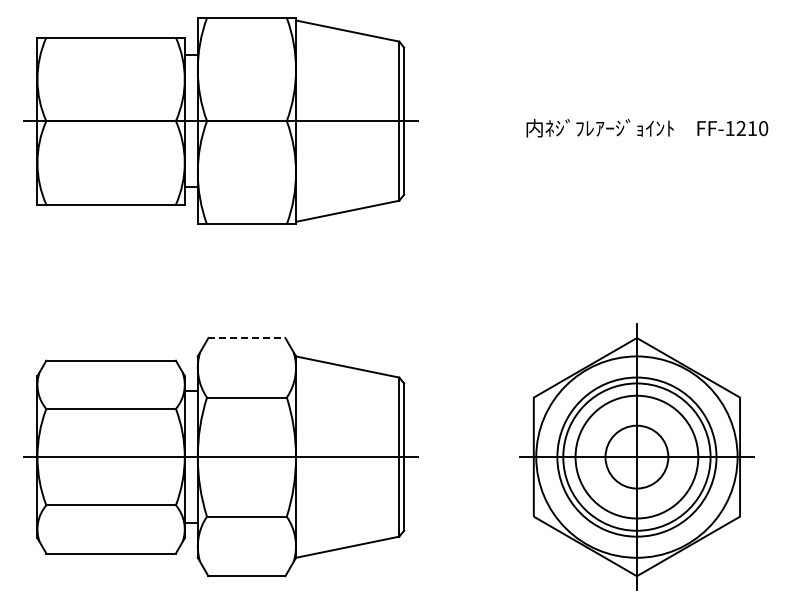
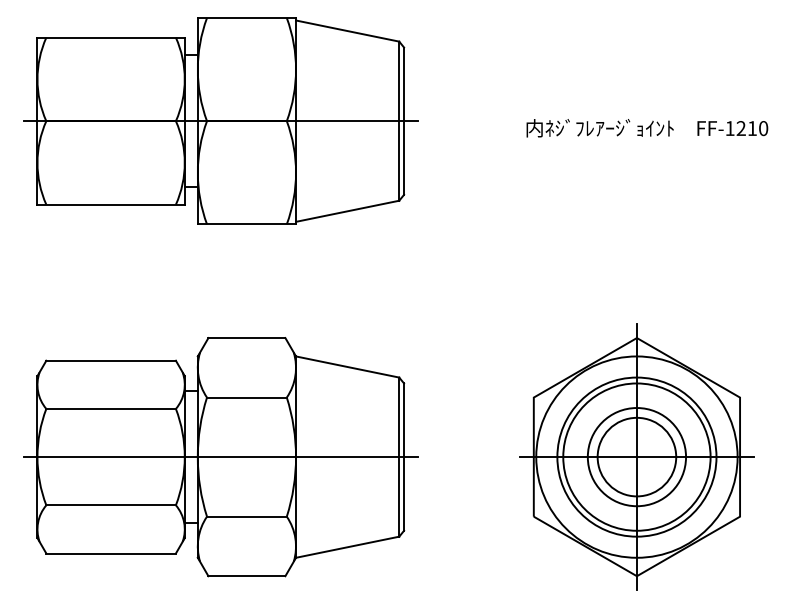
line at (247, 338): dashed -> solid
circle at (636, 456) diameter: 123 px -> 98 px
circle at (636, 456) diameter: 63 px -> 79 px
